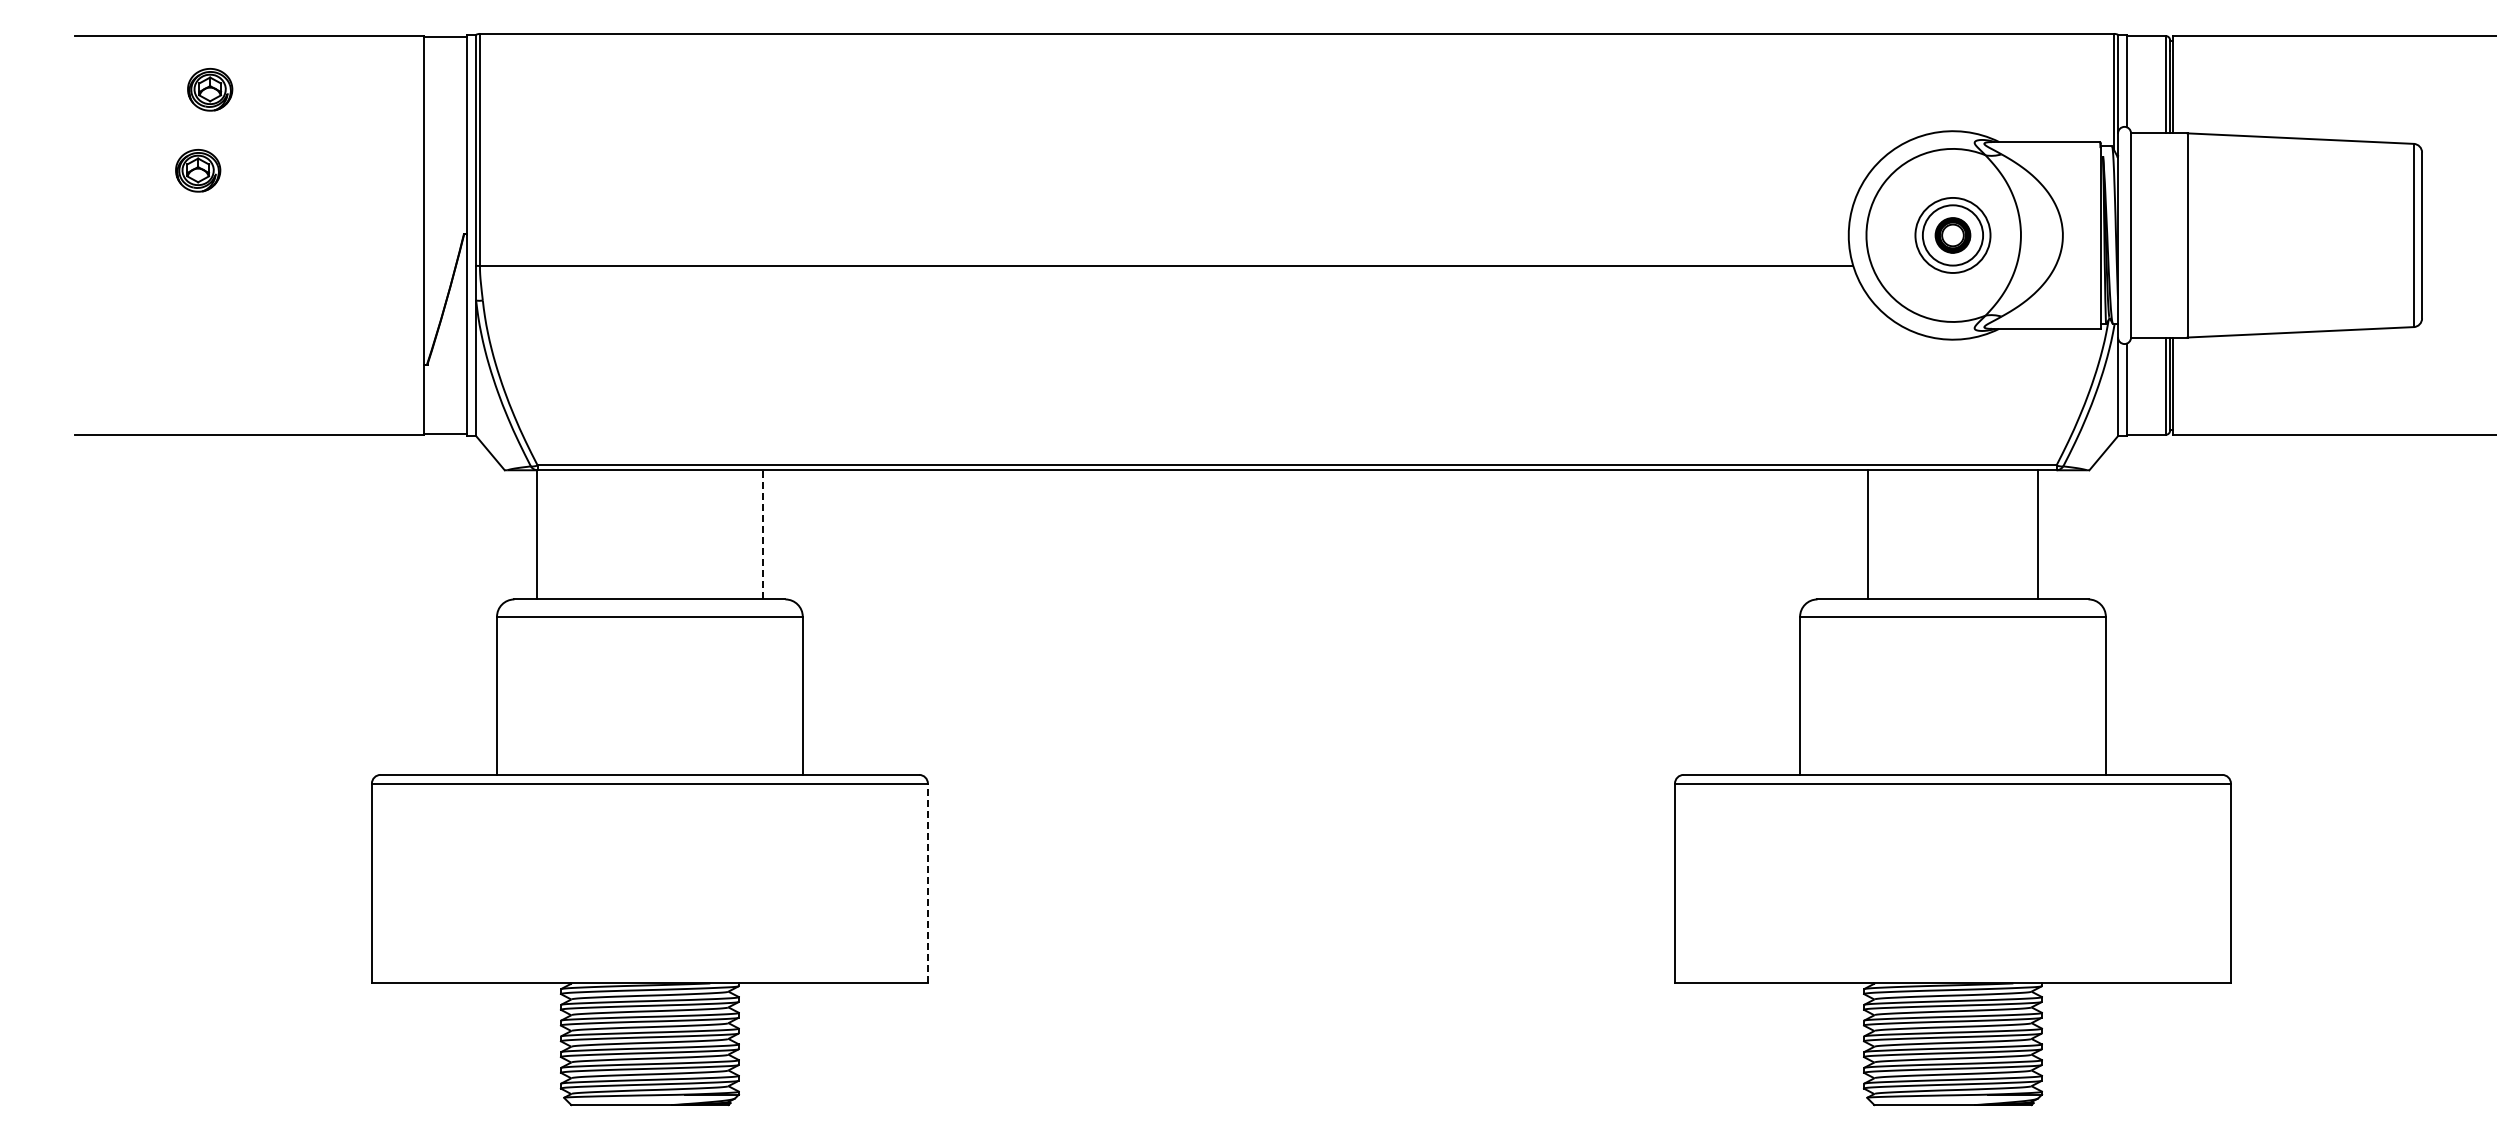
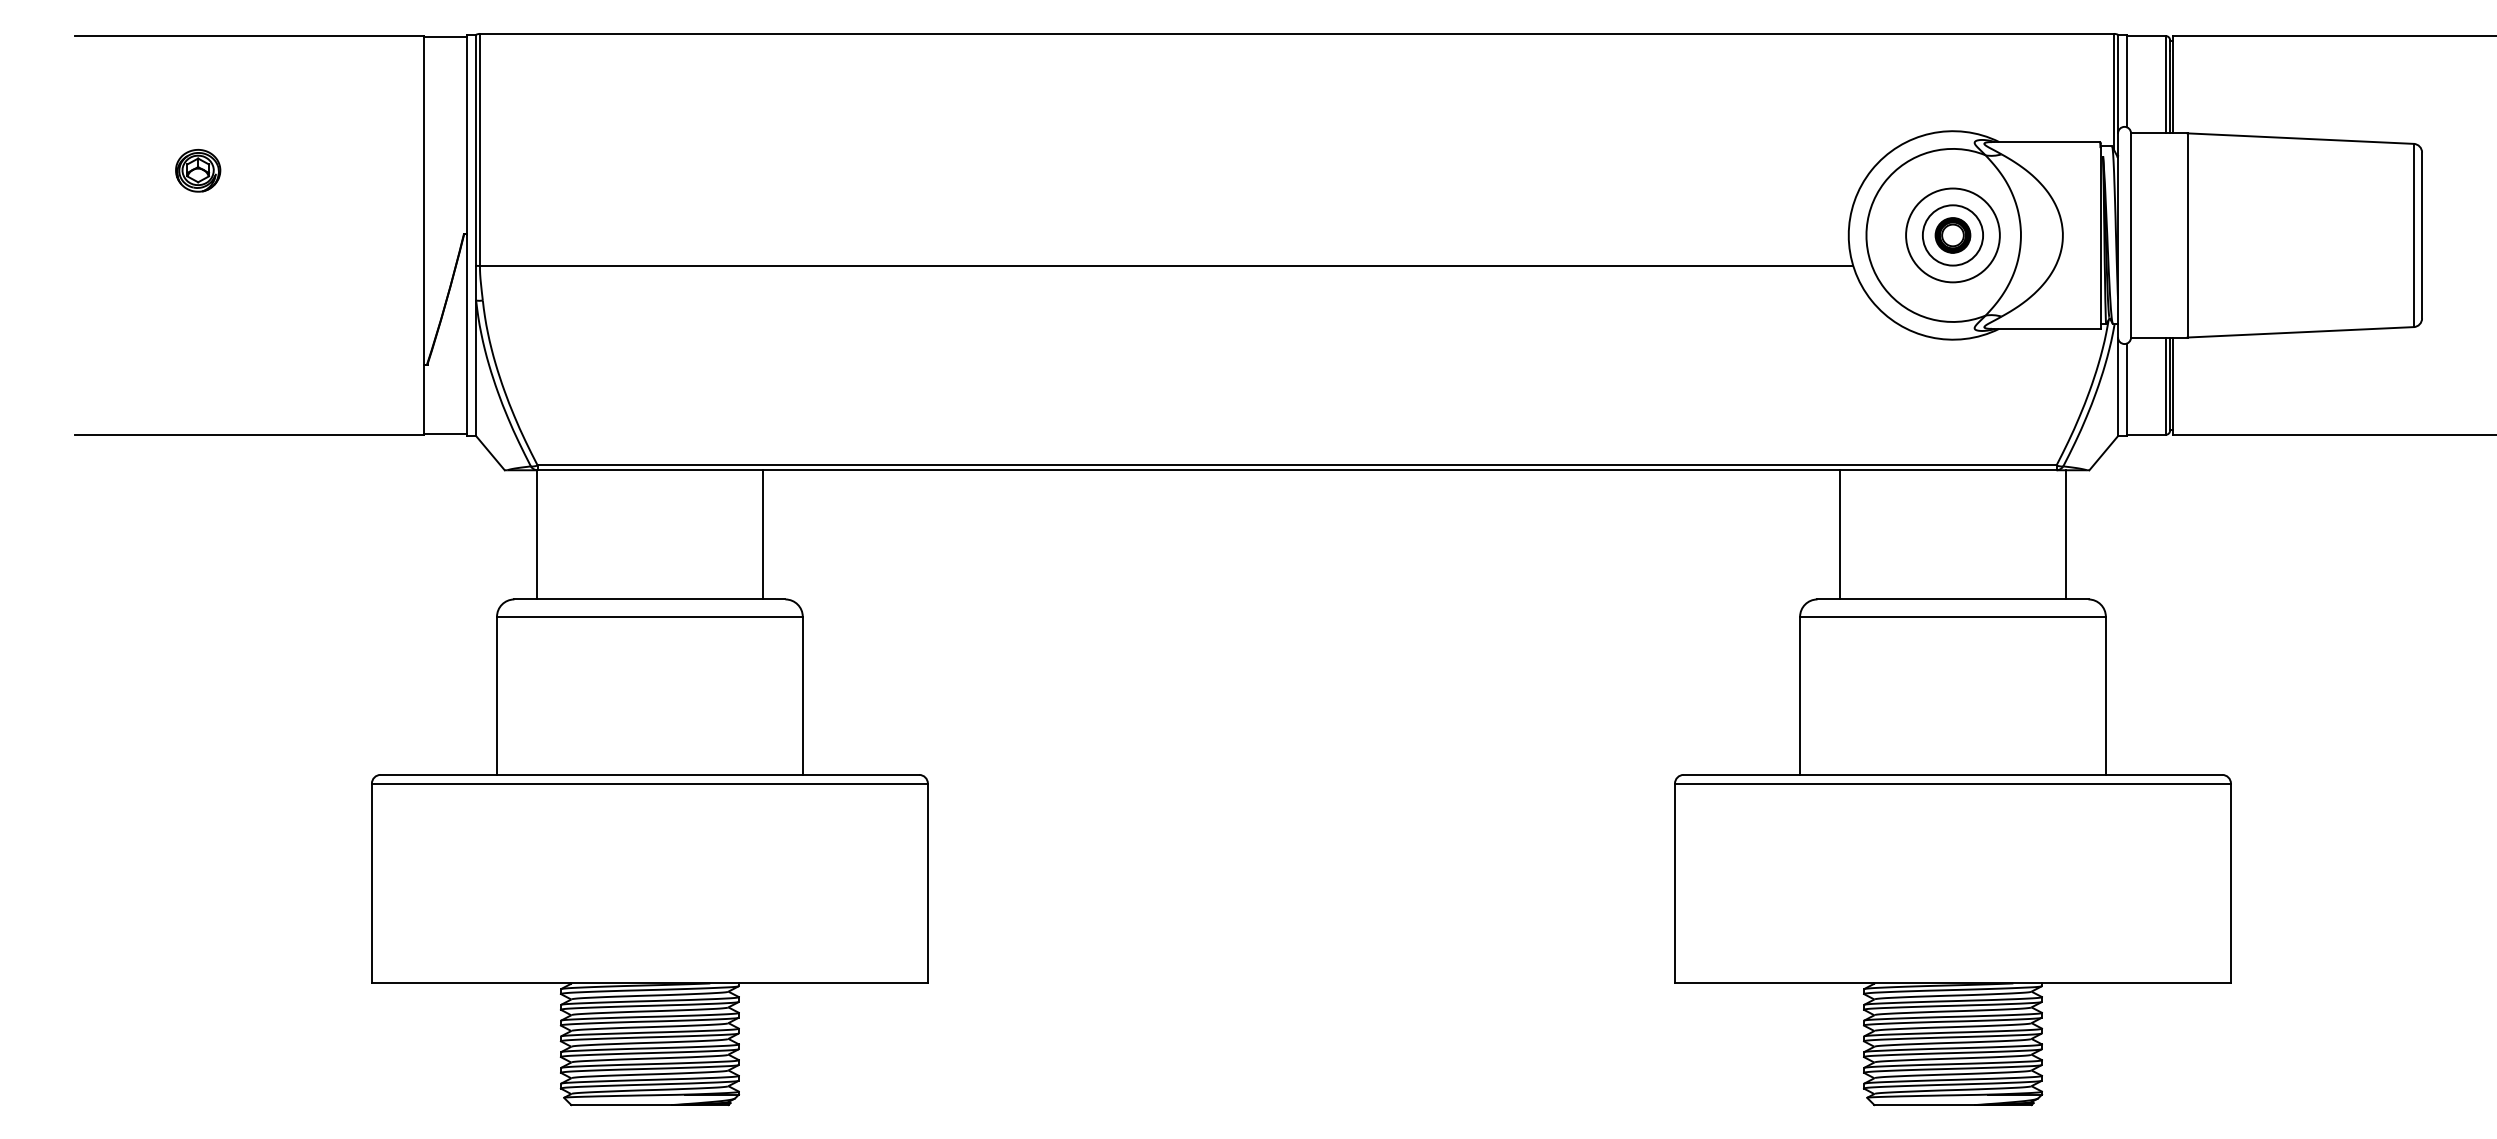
part at (210, 89): present -> none
circle at (1952, 234) diameter: 75 px -> 94 px
line at (762, 534): dashed -> solid
line at (1868, 534) position: (1868, 534) -> (1840, 534)
line at (2037, 534) position: (2037, 534) -> (2065, 534)
line at (927, 883): dashed -> solid
